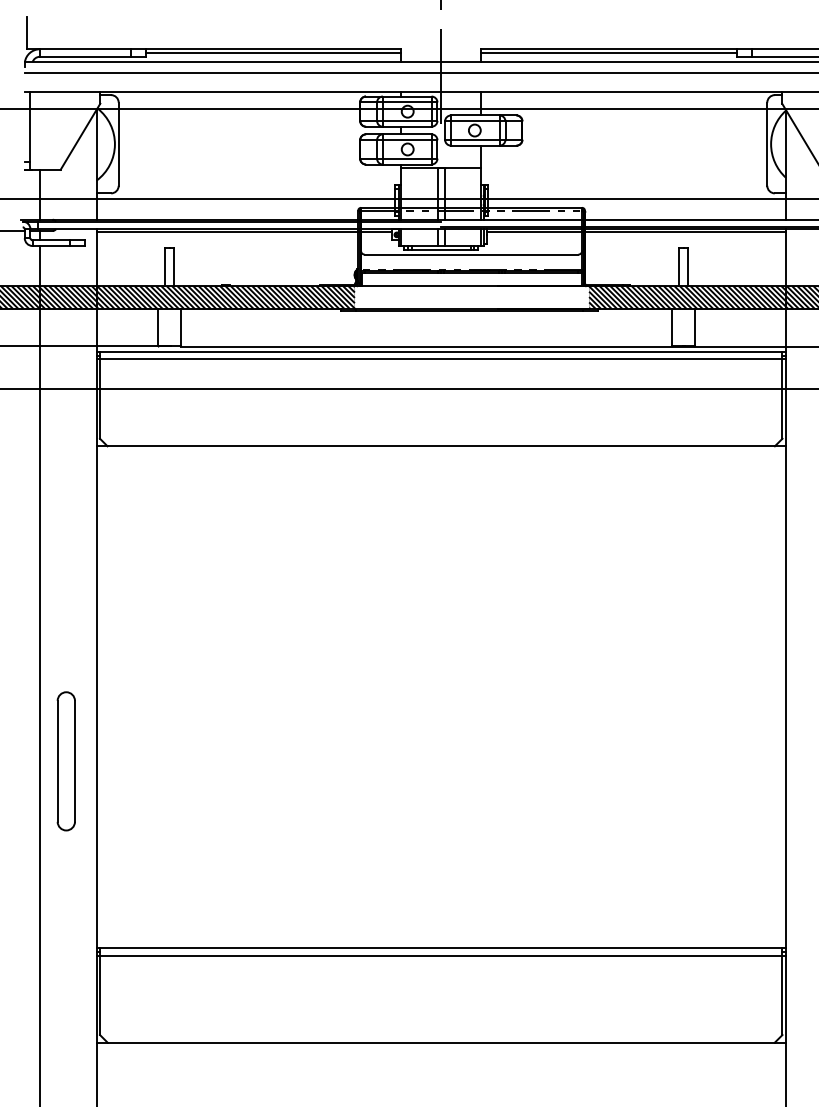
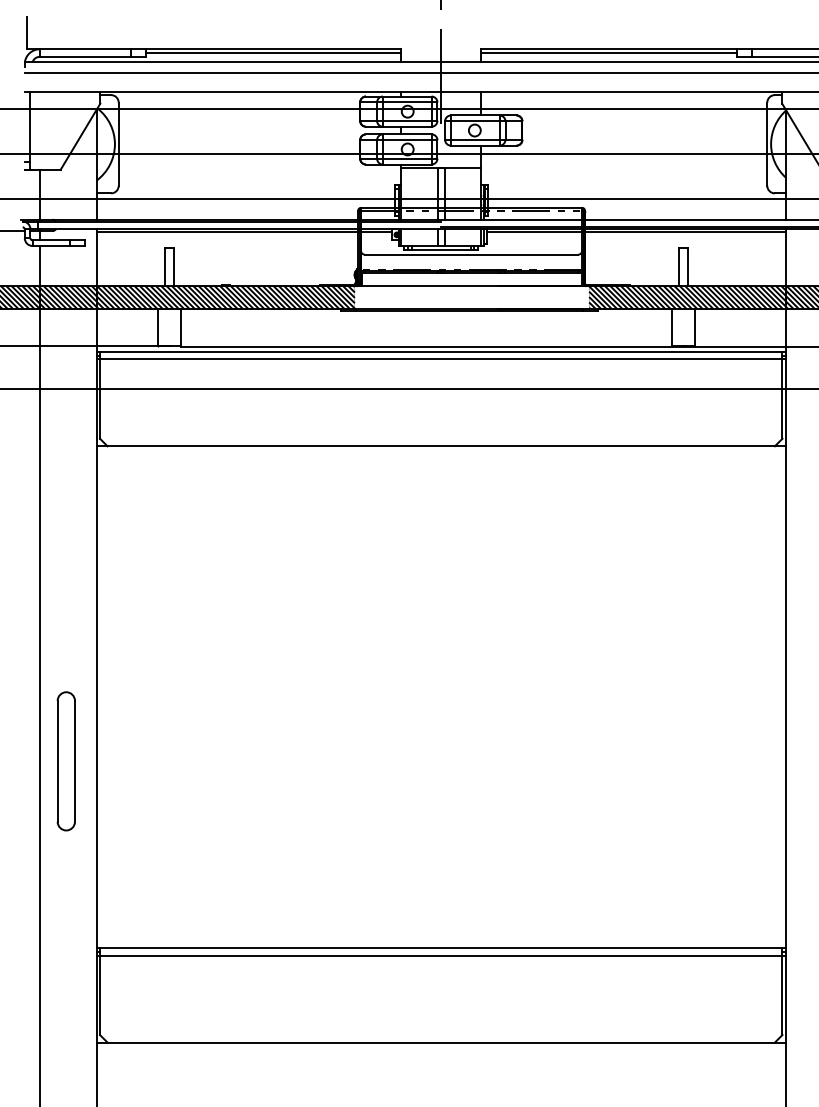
line at (408, 154): none -> present
